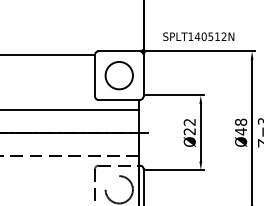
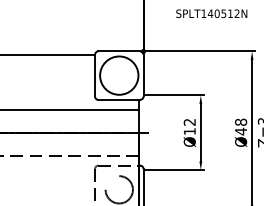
text at (198, 36) position: (198, 36) -> (211, 13)
circle at (118, 75) diameter: 27 px -> 38 px
text at (189, 131): Ø22 -> Ø12
